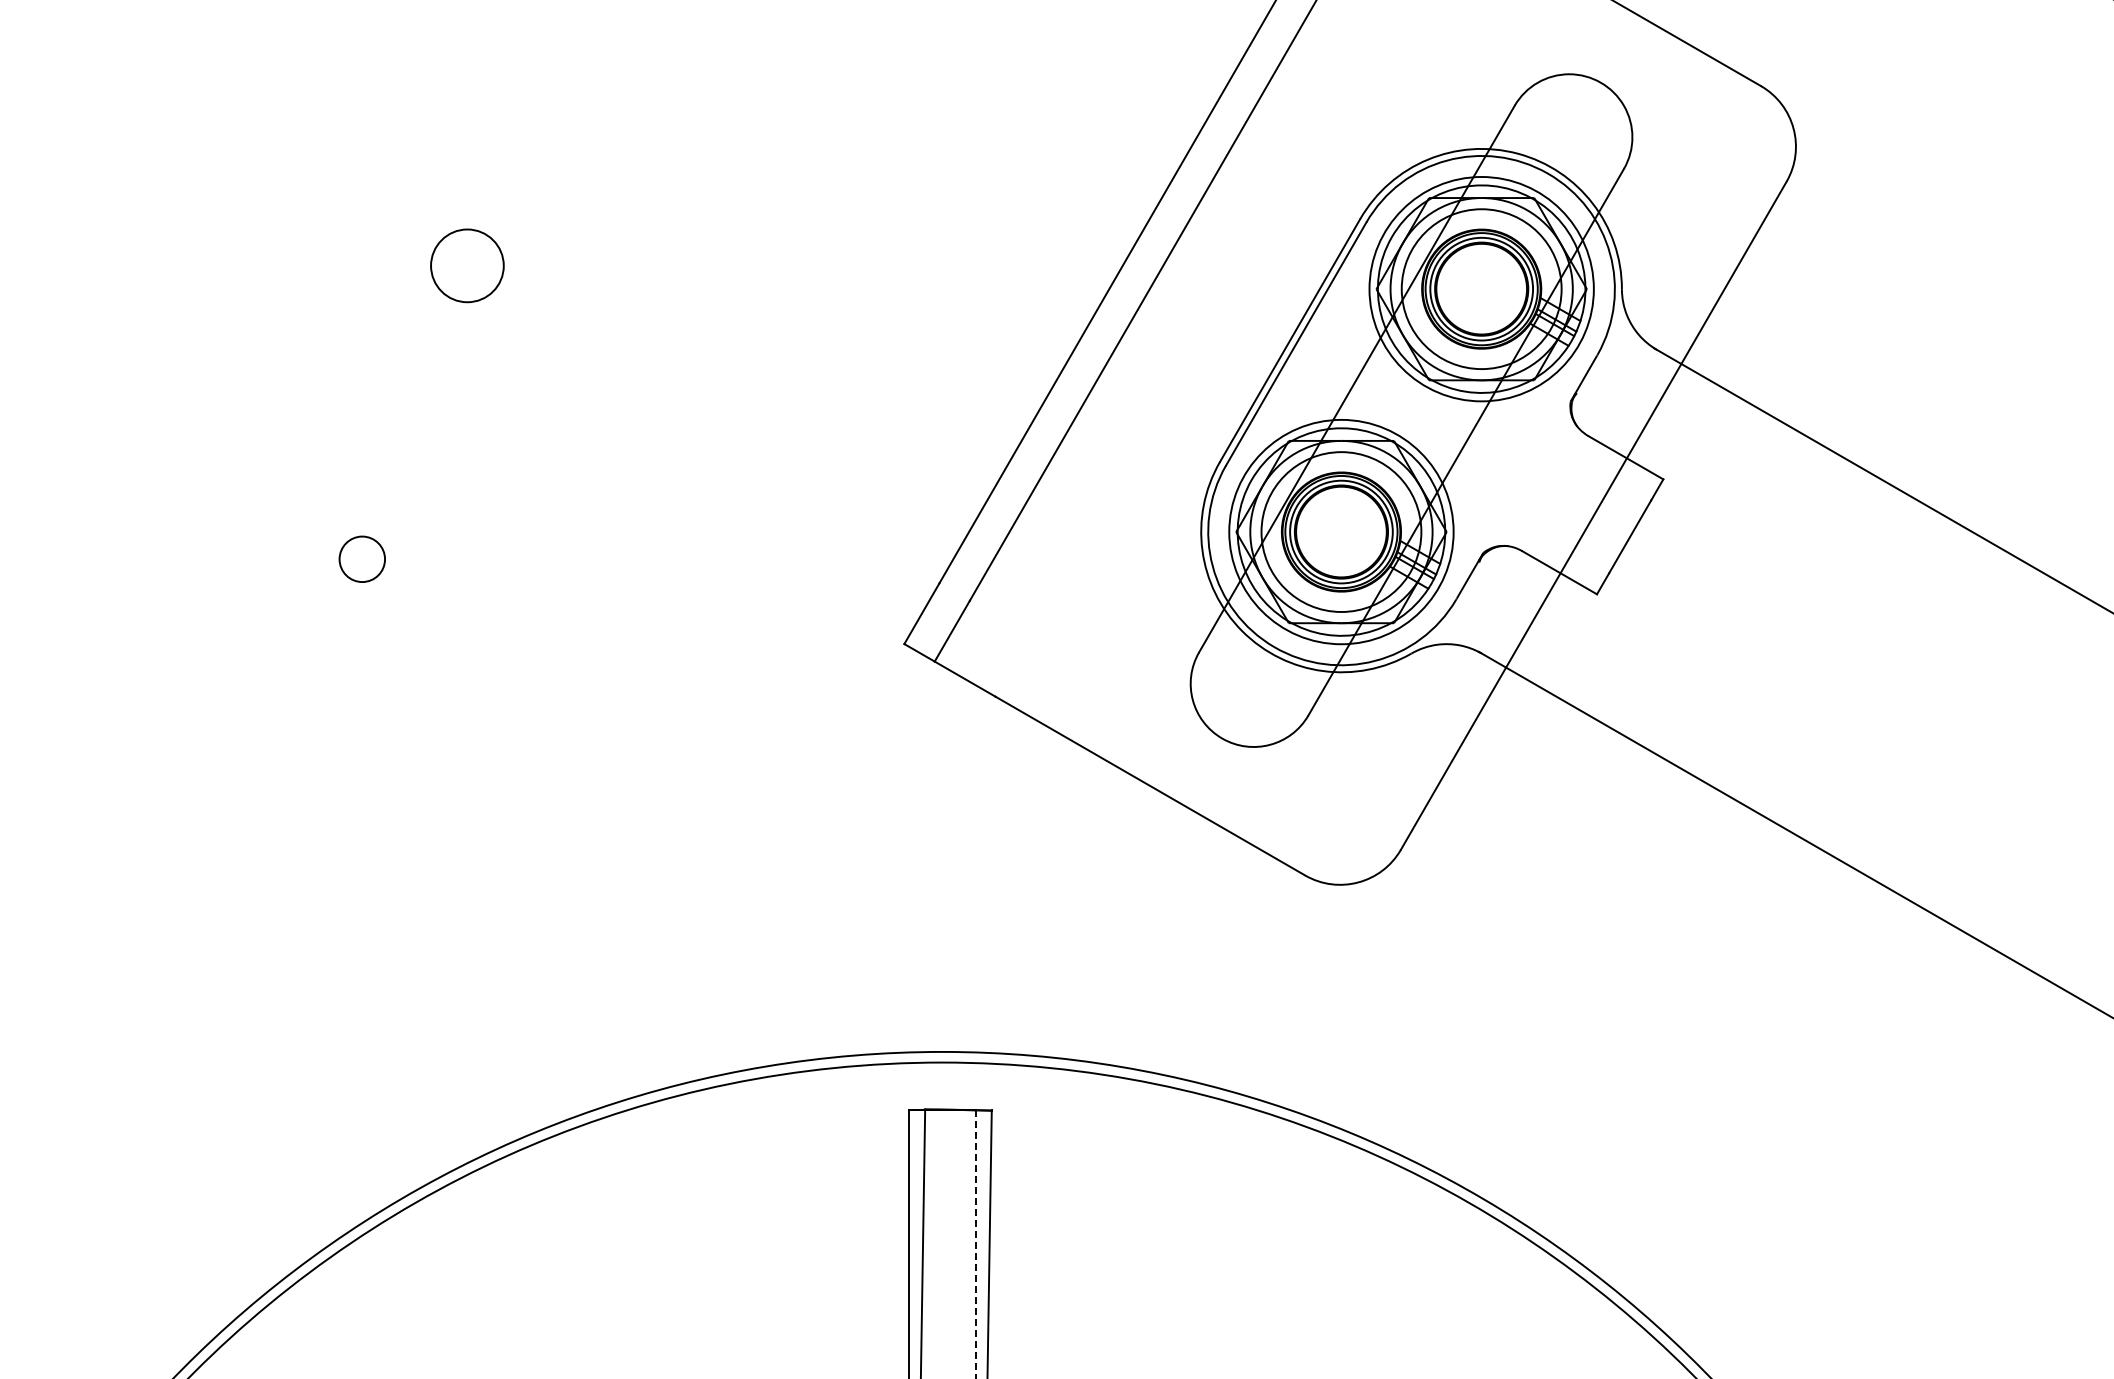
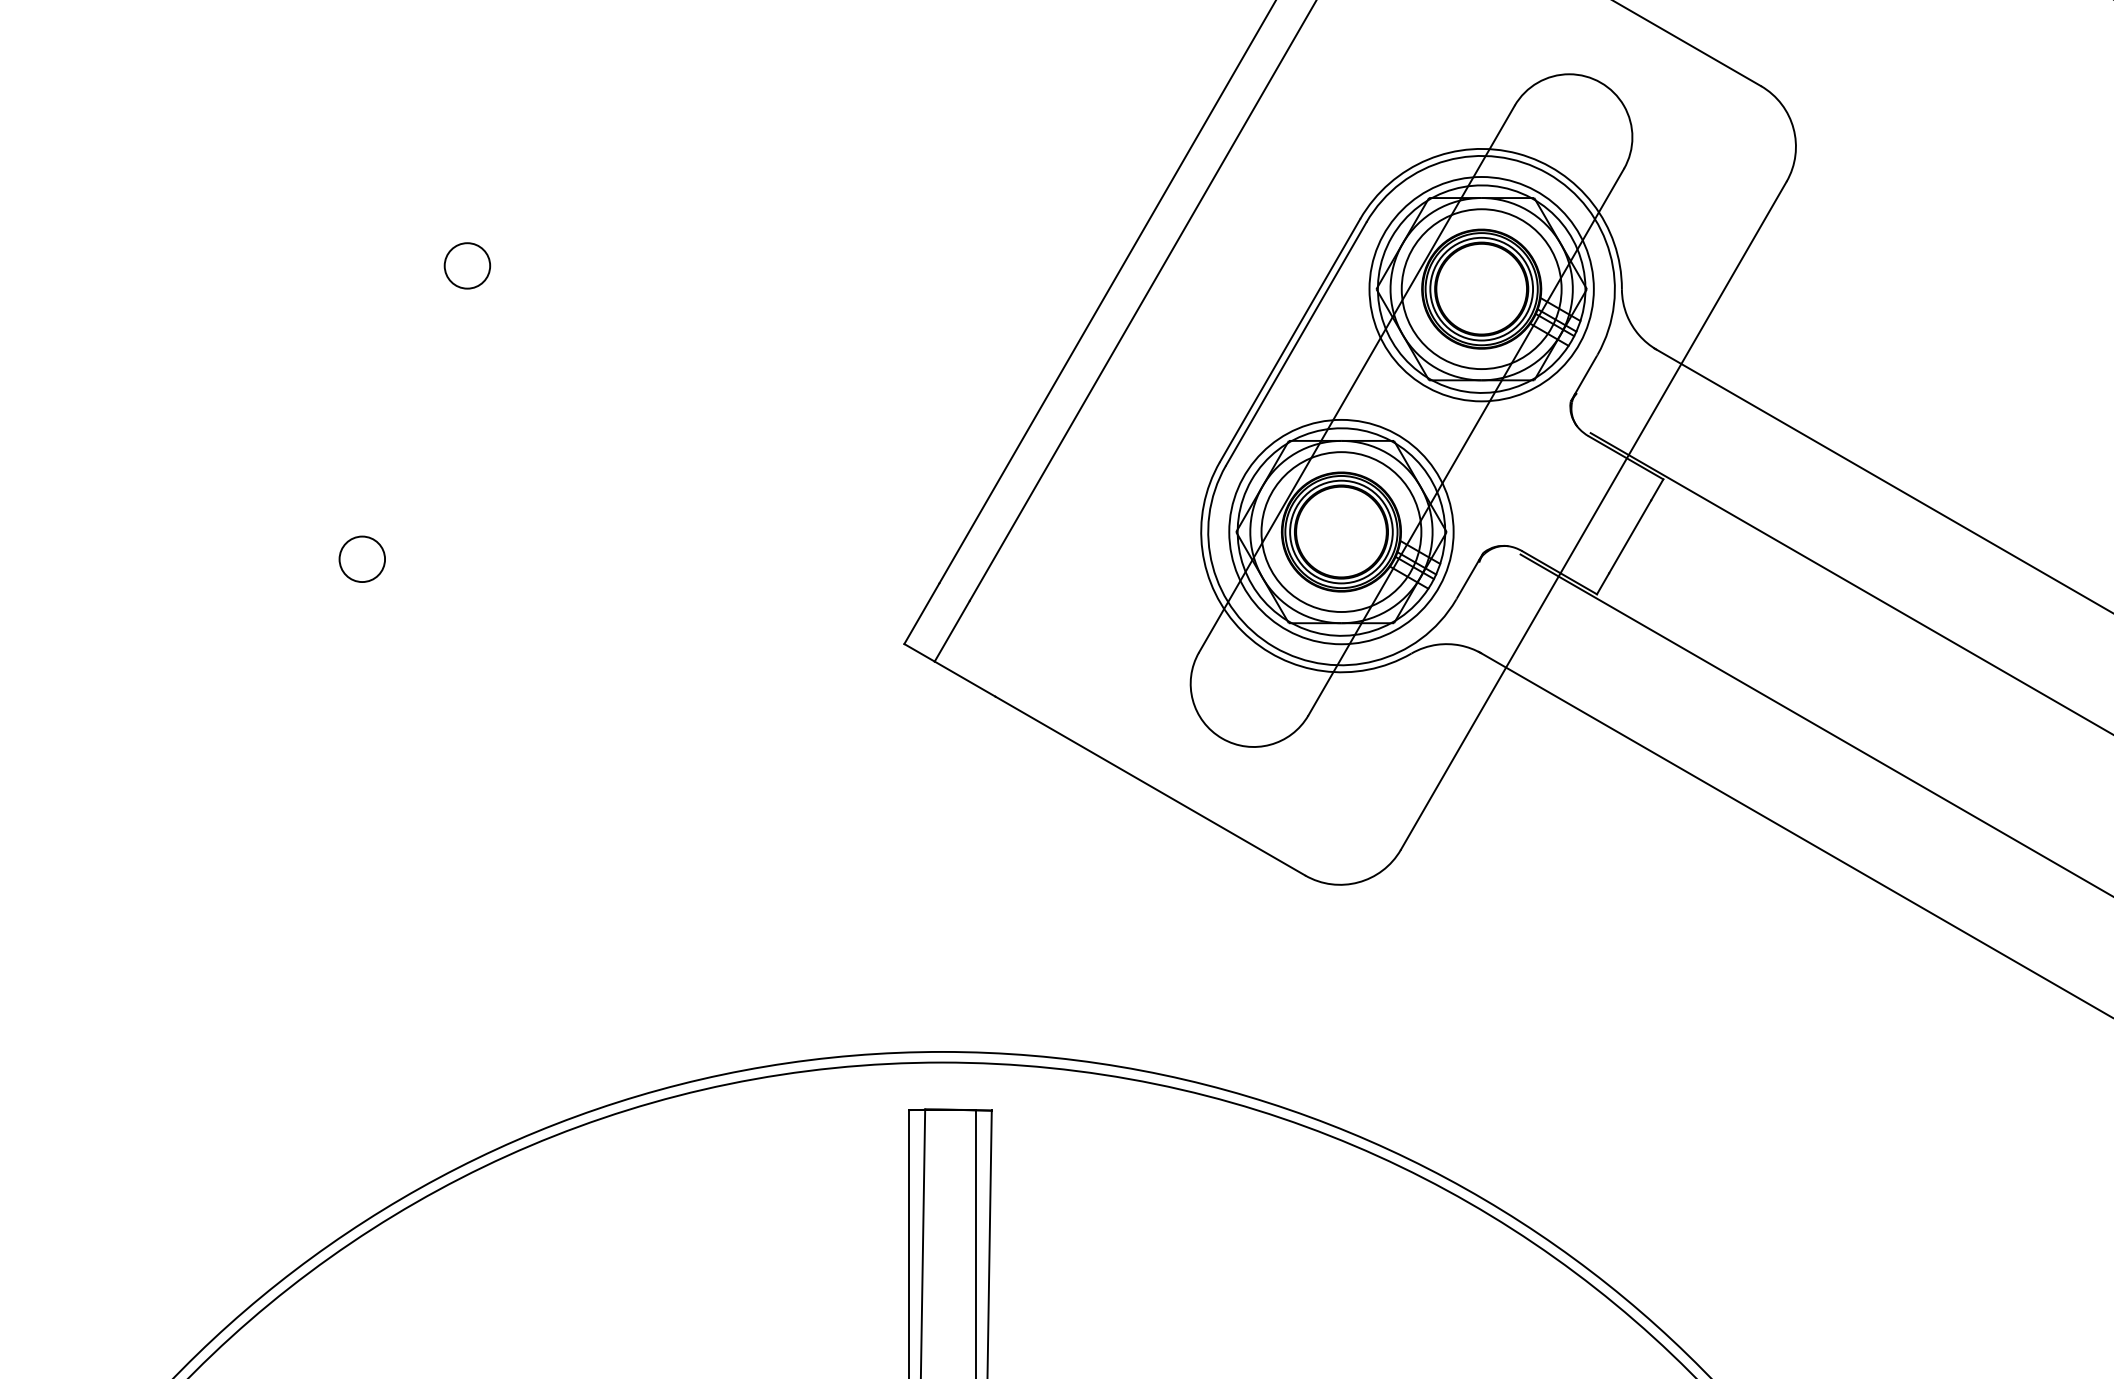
circle at (467, 265) size: 75x76 px -> 49x48 px
line at (1850, 583): none -> present
line at (1815, 724): none -> present
line at (975, 1244): dashed -> solid
